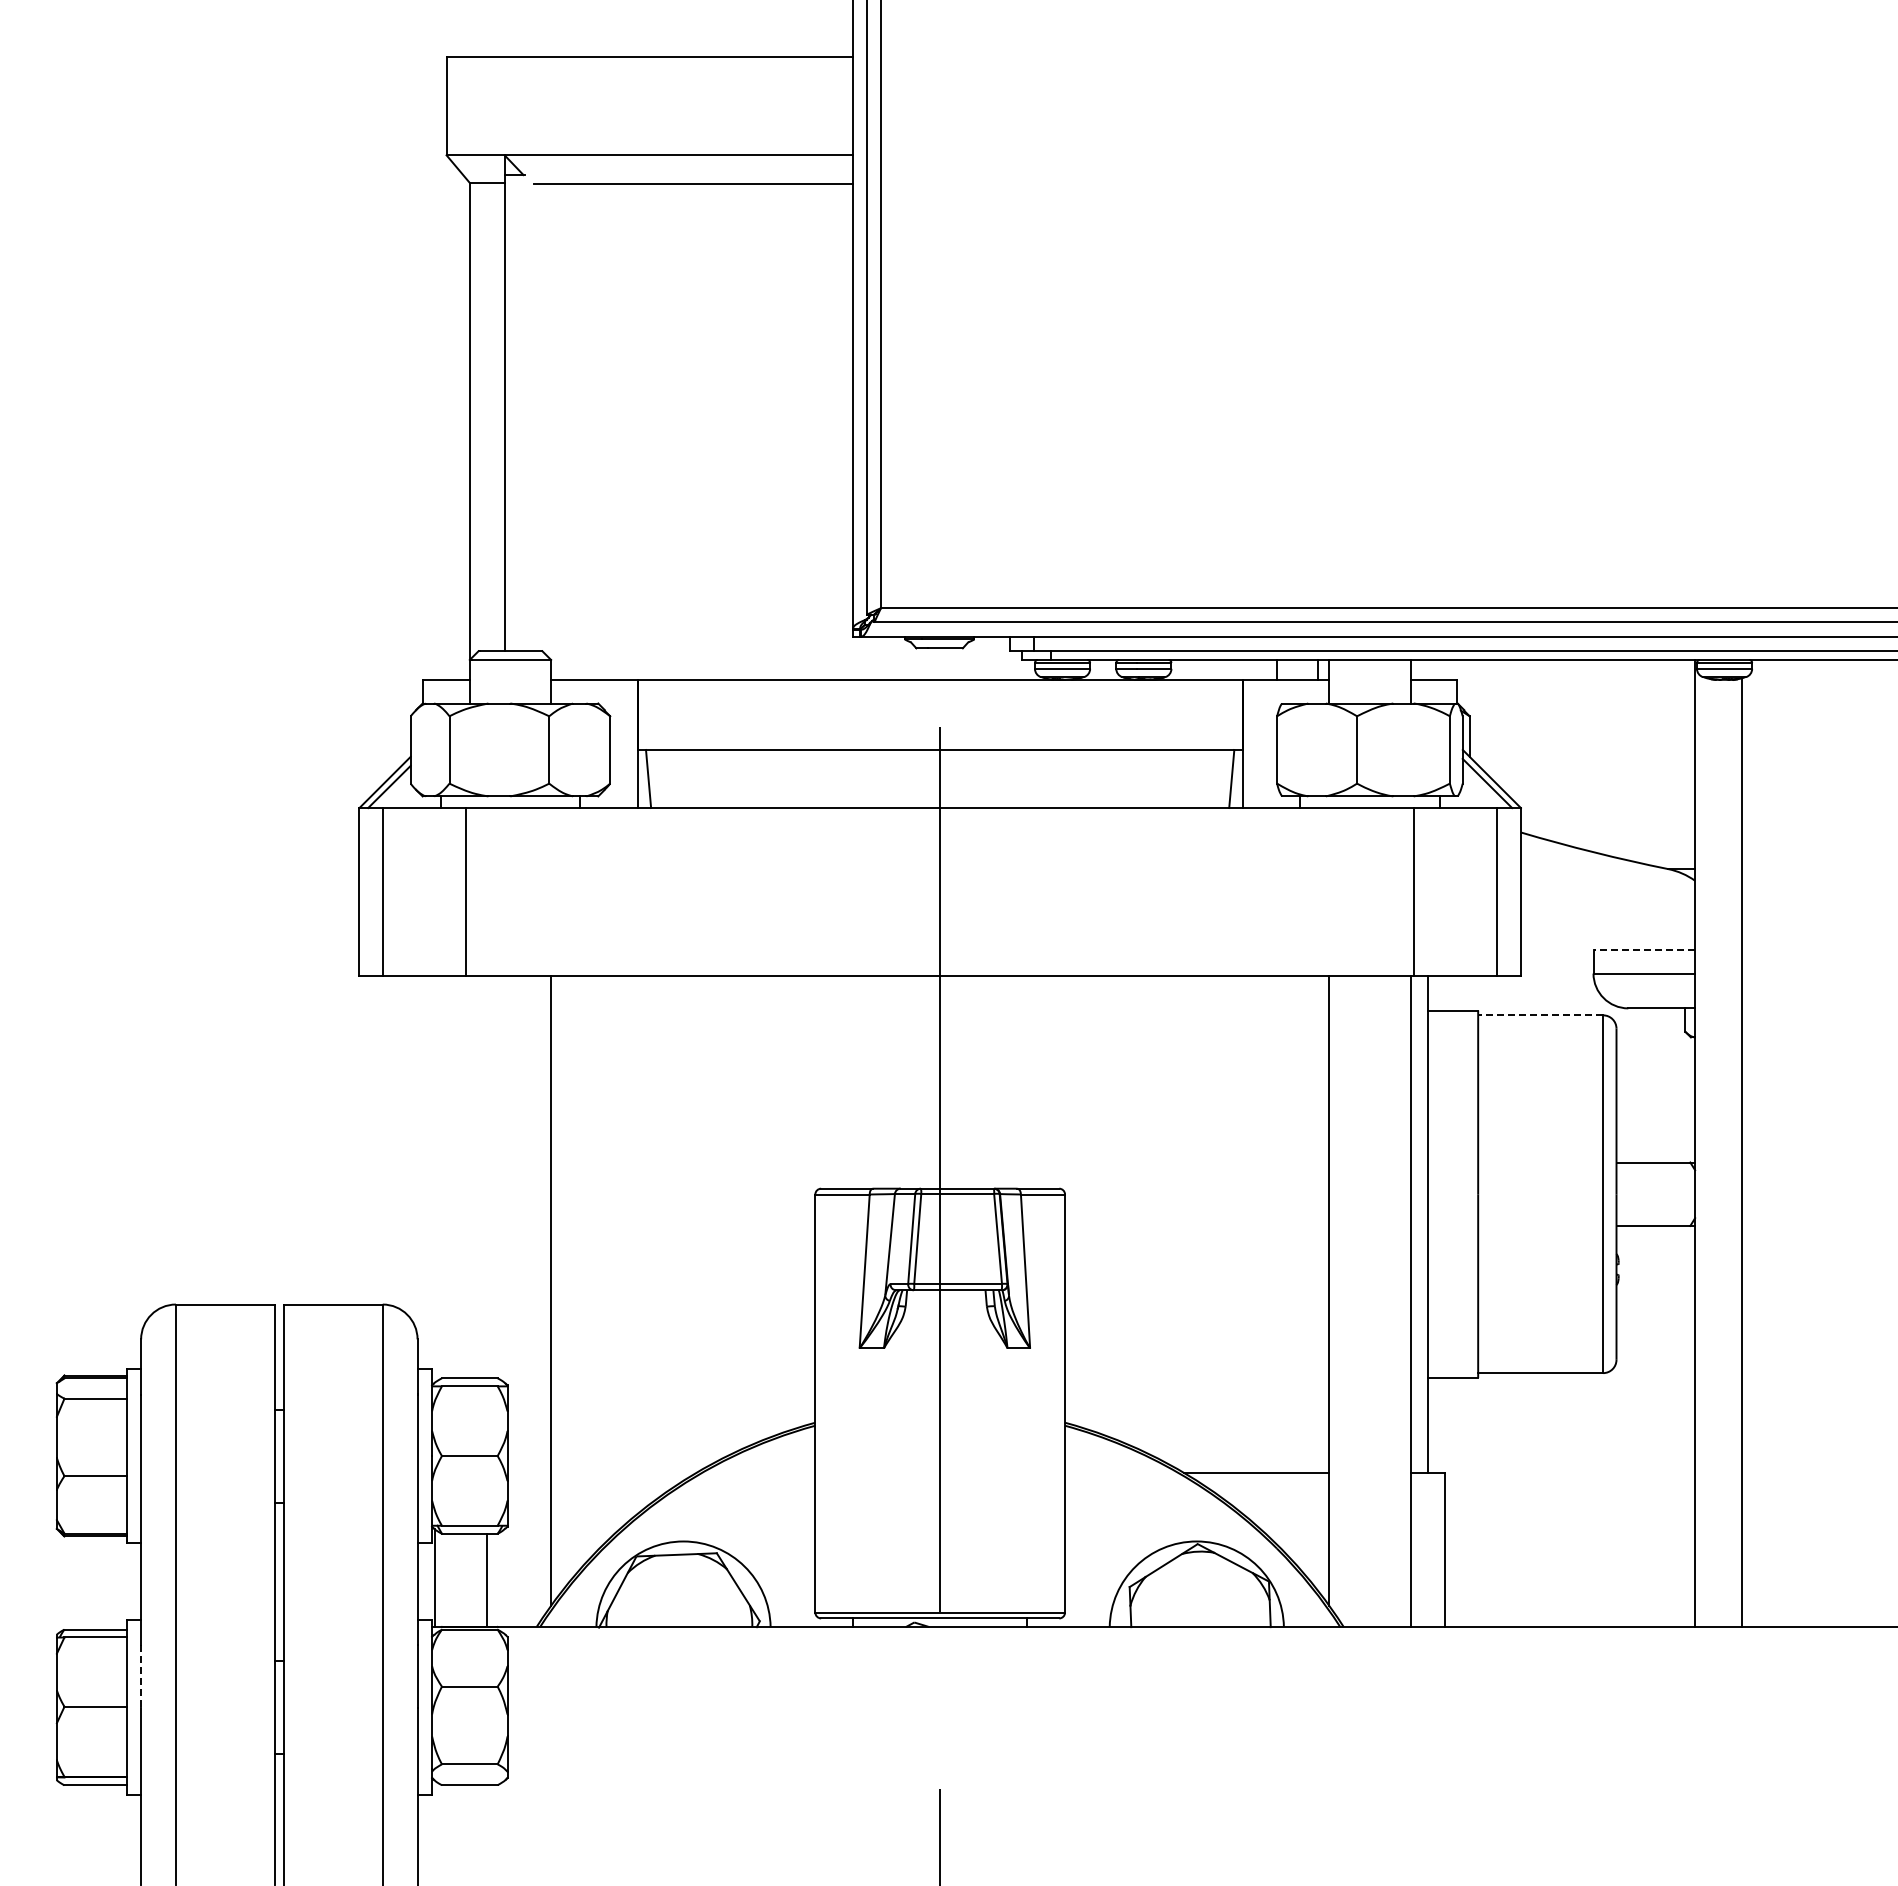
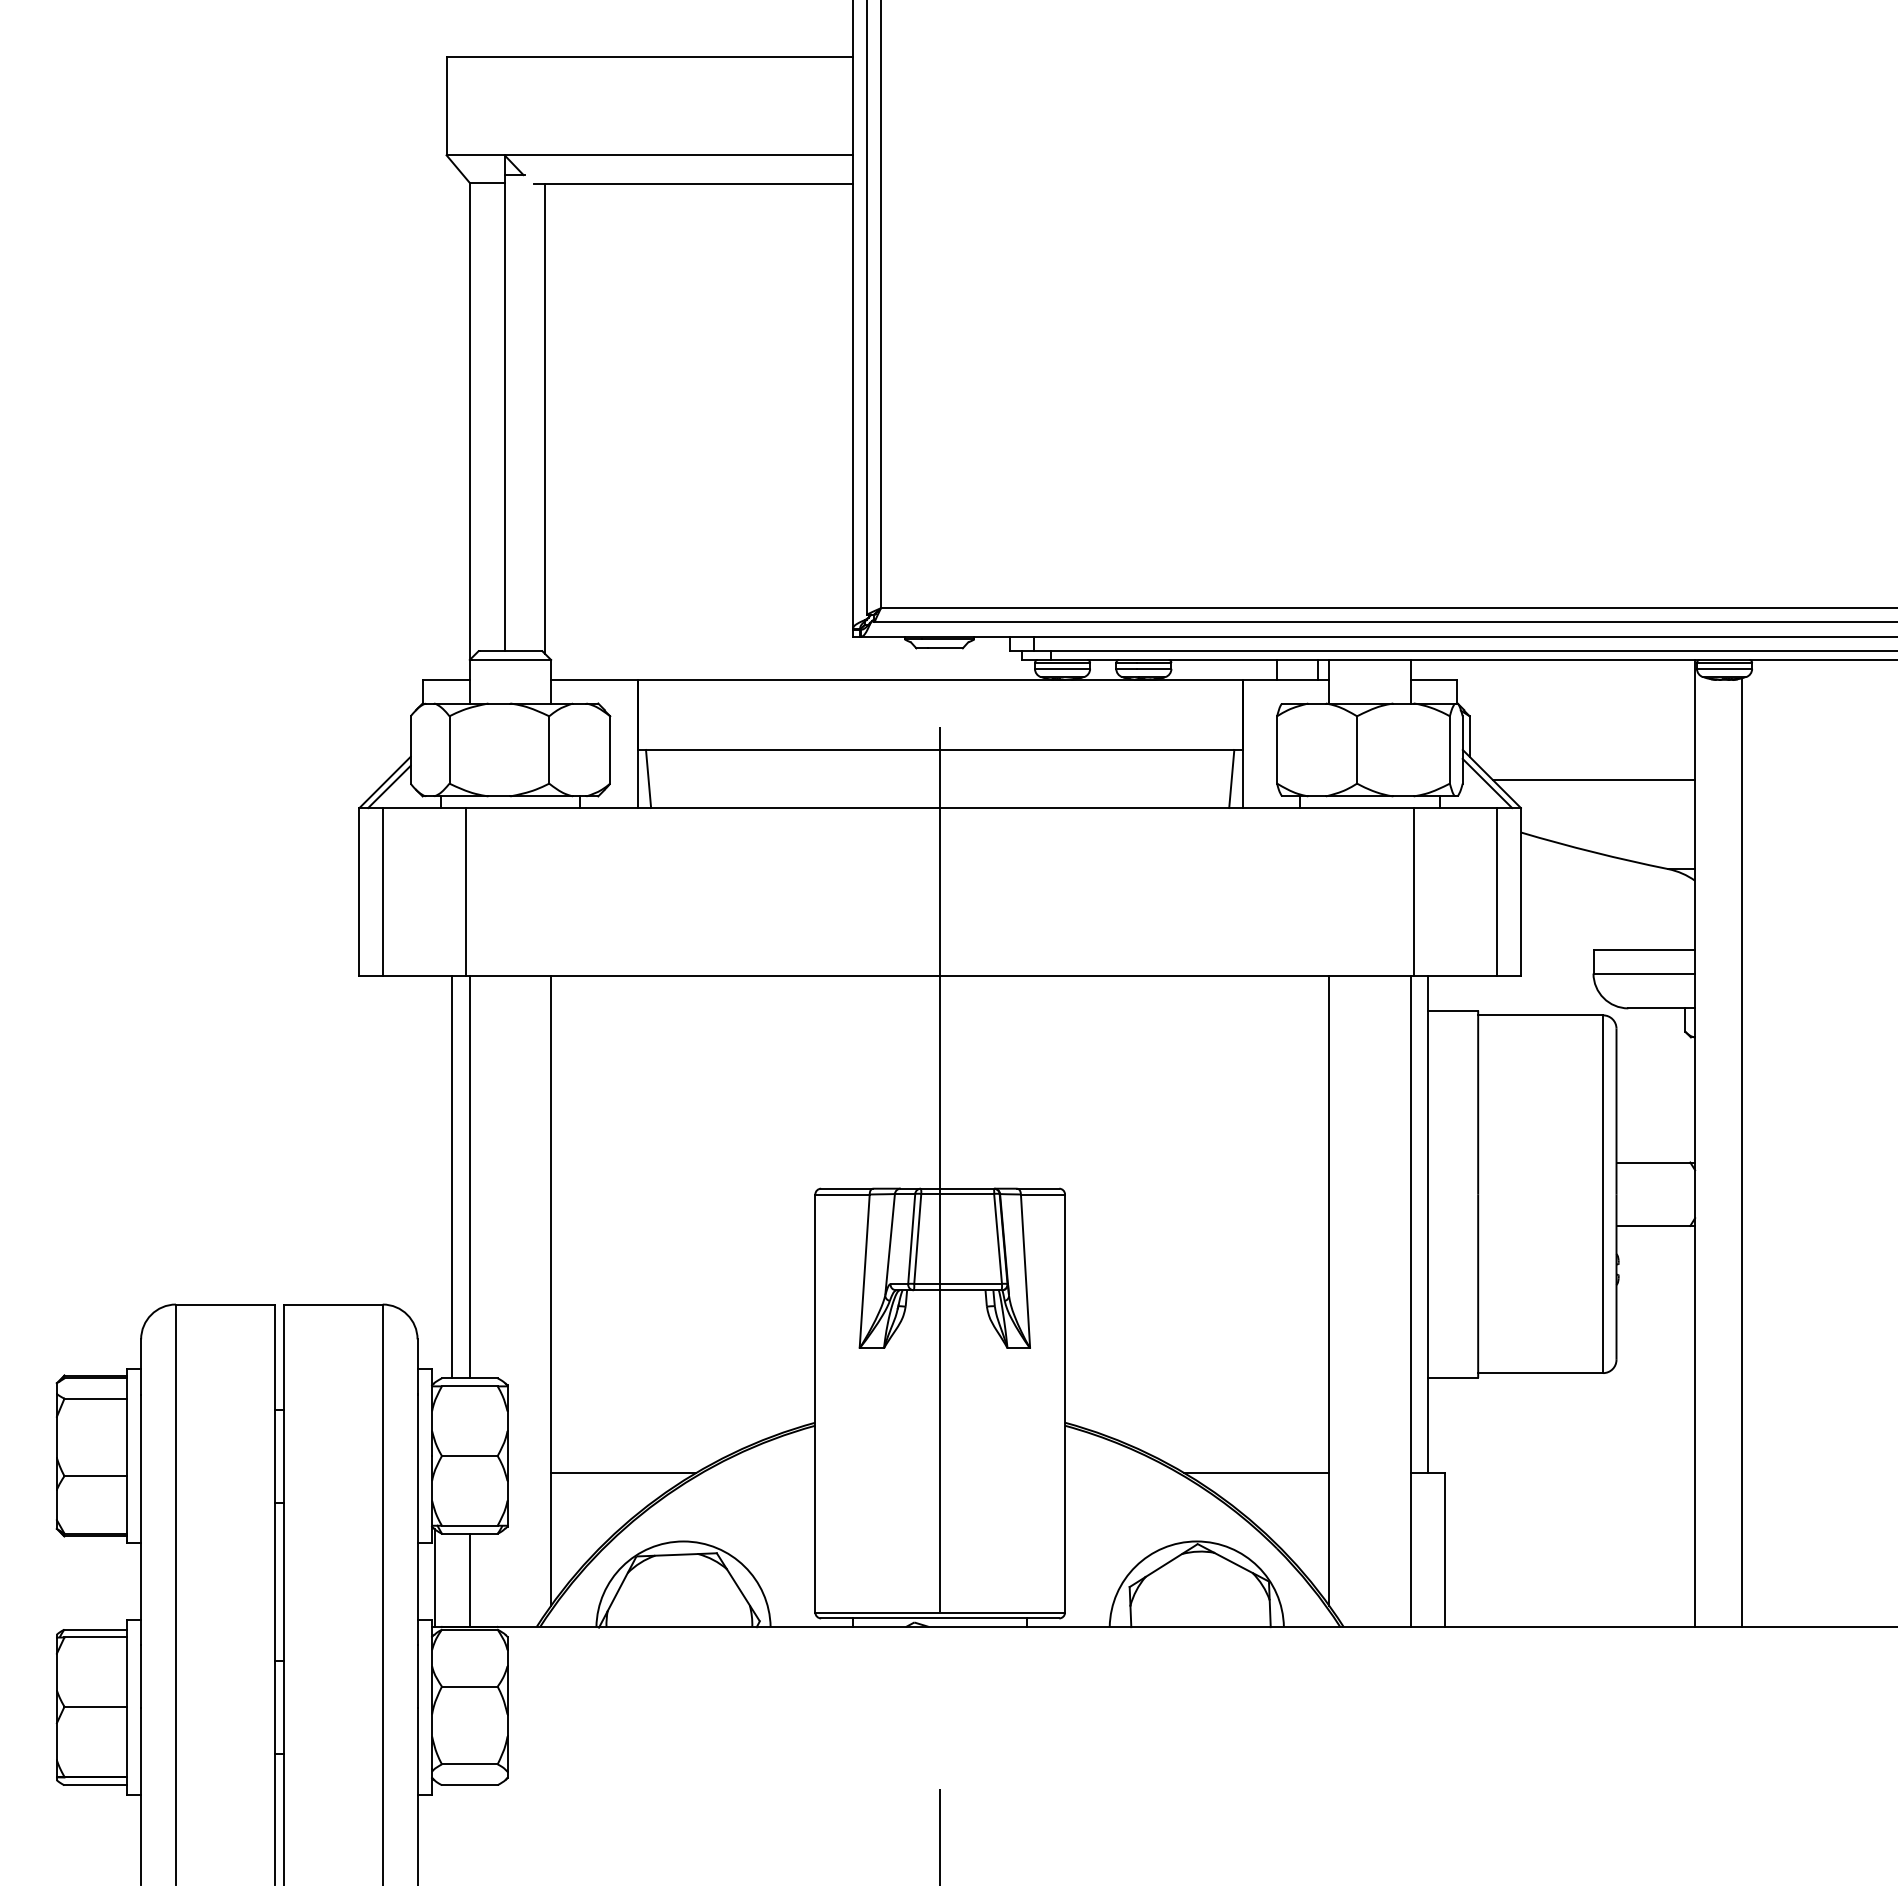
line at (545, 419): none -> present
line at (1593, 779): none -> present
line at (1644, 950): dashed -> solid
line at (1540, 1015): dashed -> solid
line at (452, 1177): none -> present
line at (469, 1177): none -> present
line at (623, 1472): none -> present
line at (486, 1580) position: (486, 1580) -> (469, 1580)
line at (141, 1677): dashed -> solid
